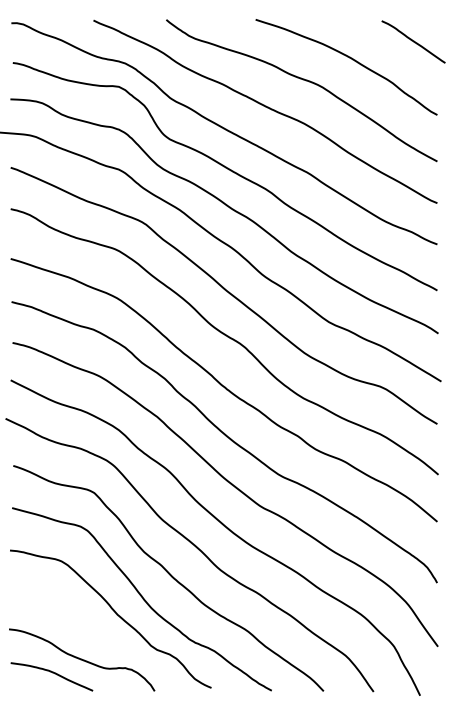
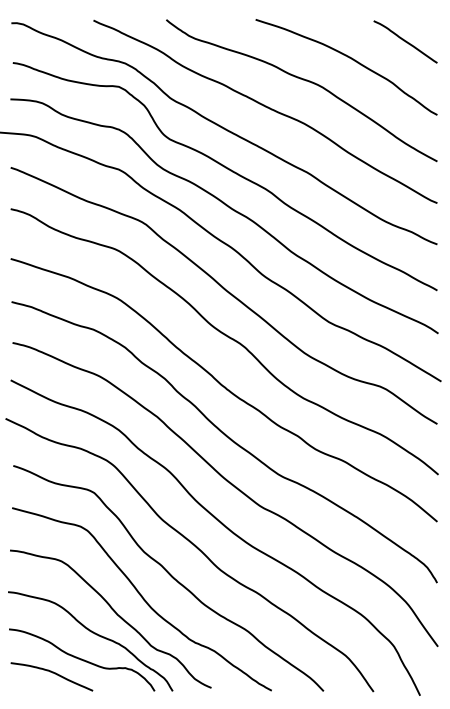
curve at (413, 41) position: (413, 41) -> (405, 41)
curve at (94, 634): none -> present
